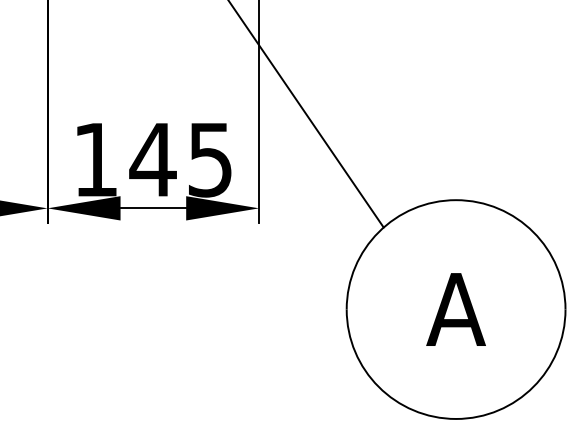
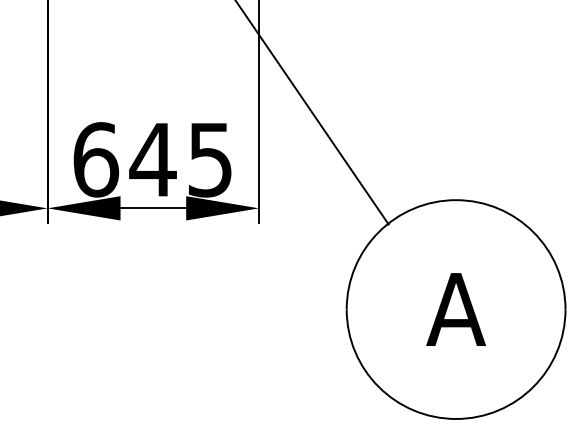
line at (306, 114) position: (306, 114) -> (312, 113)
text at (96, 159): 145 -> 645
